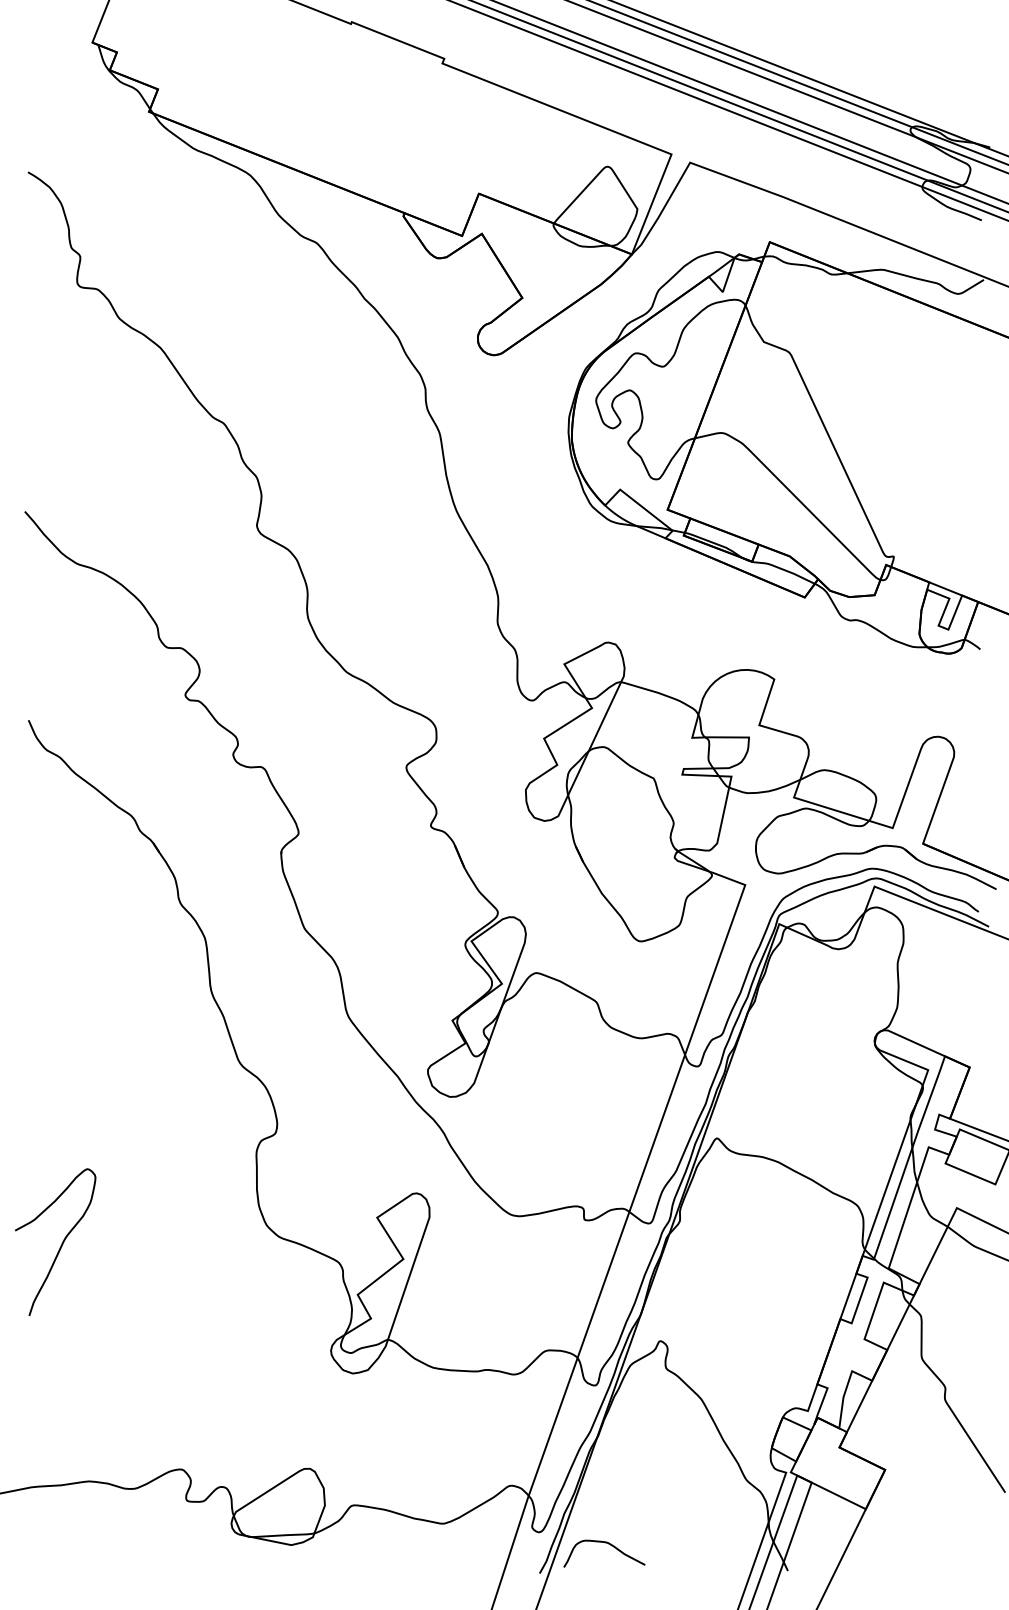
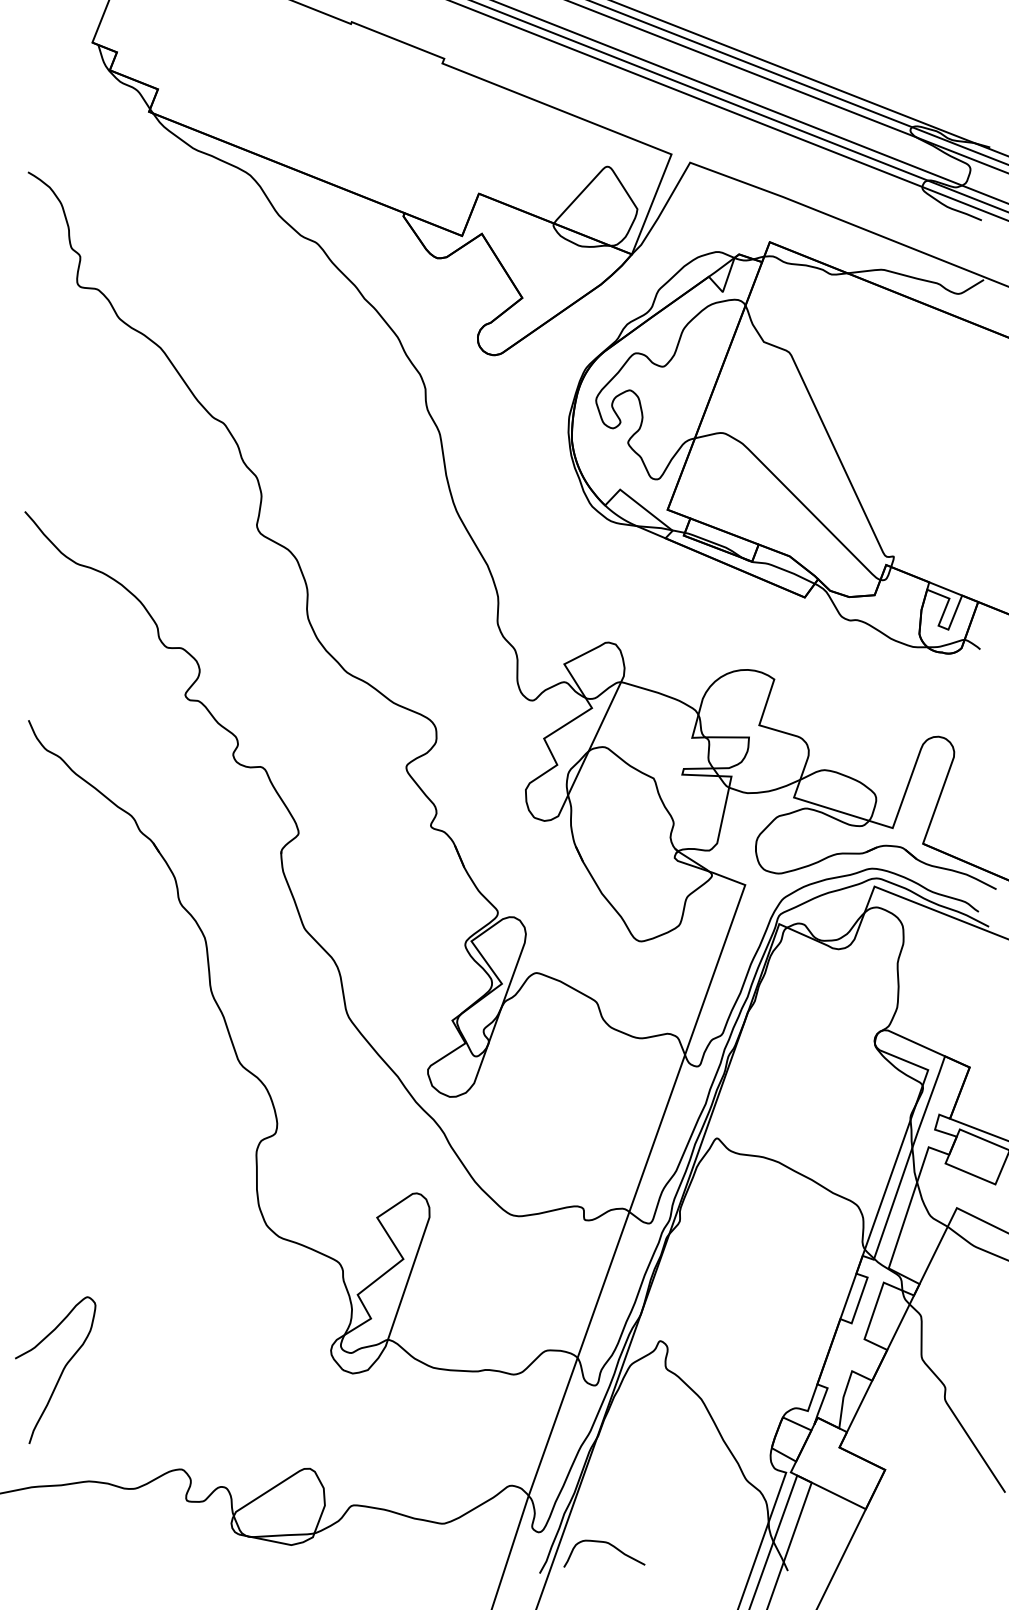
curve at (61, 1243) position: (61, 1243) -> (61, 1371)
